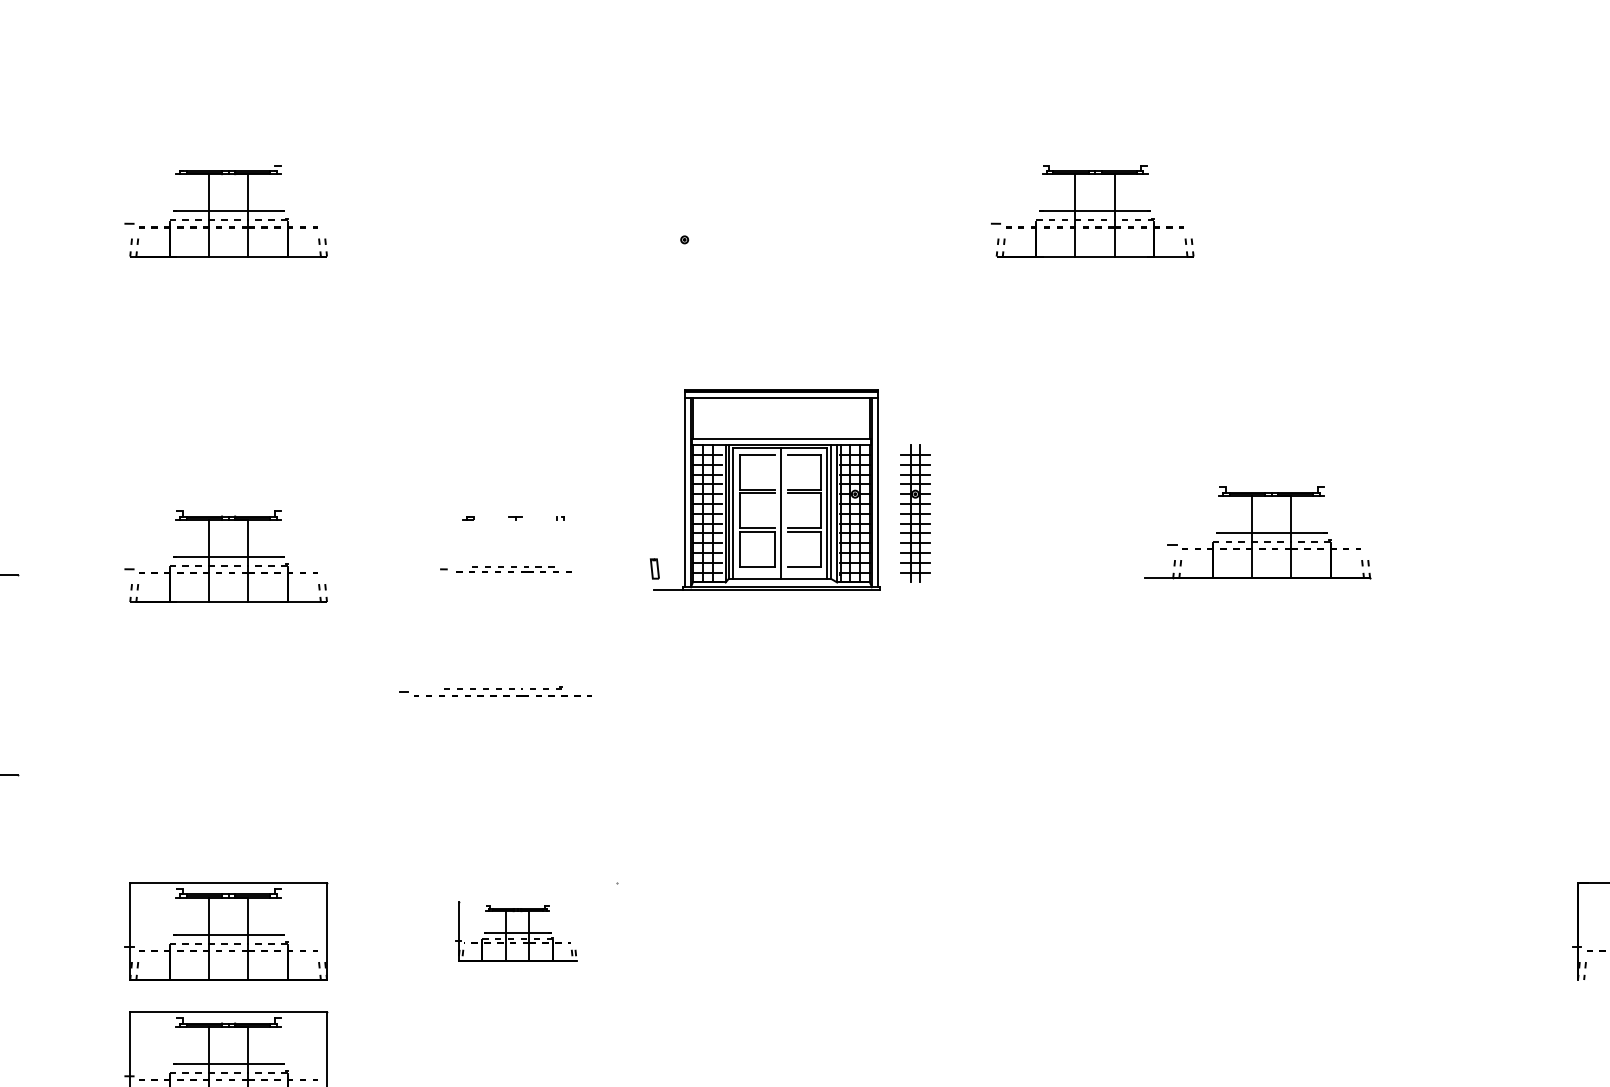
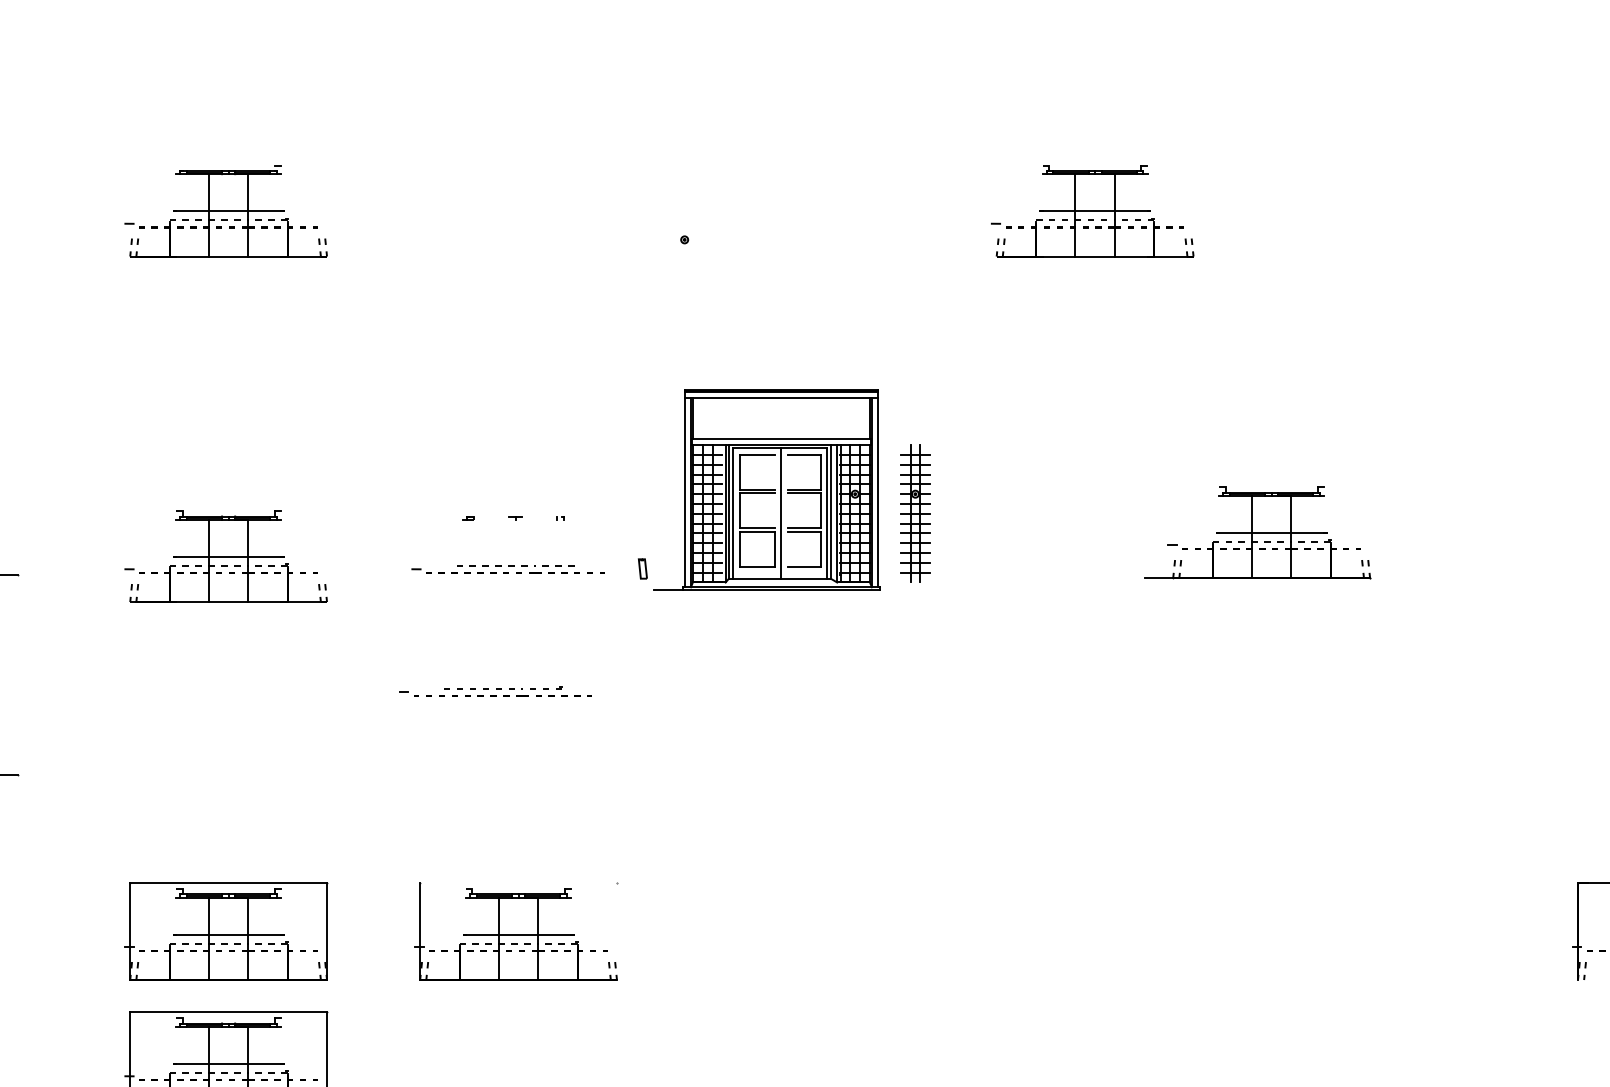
part at (654, 568) position: (654, 568) -> (642, 568)
part at (505, 569) size: 132x7 px -> 194x9 px
part at (516, 931) size: 123x61 px -> 204x99 px
